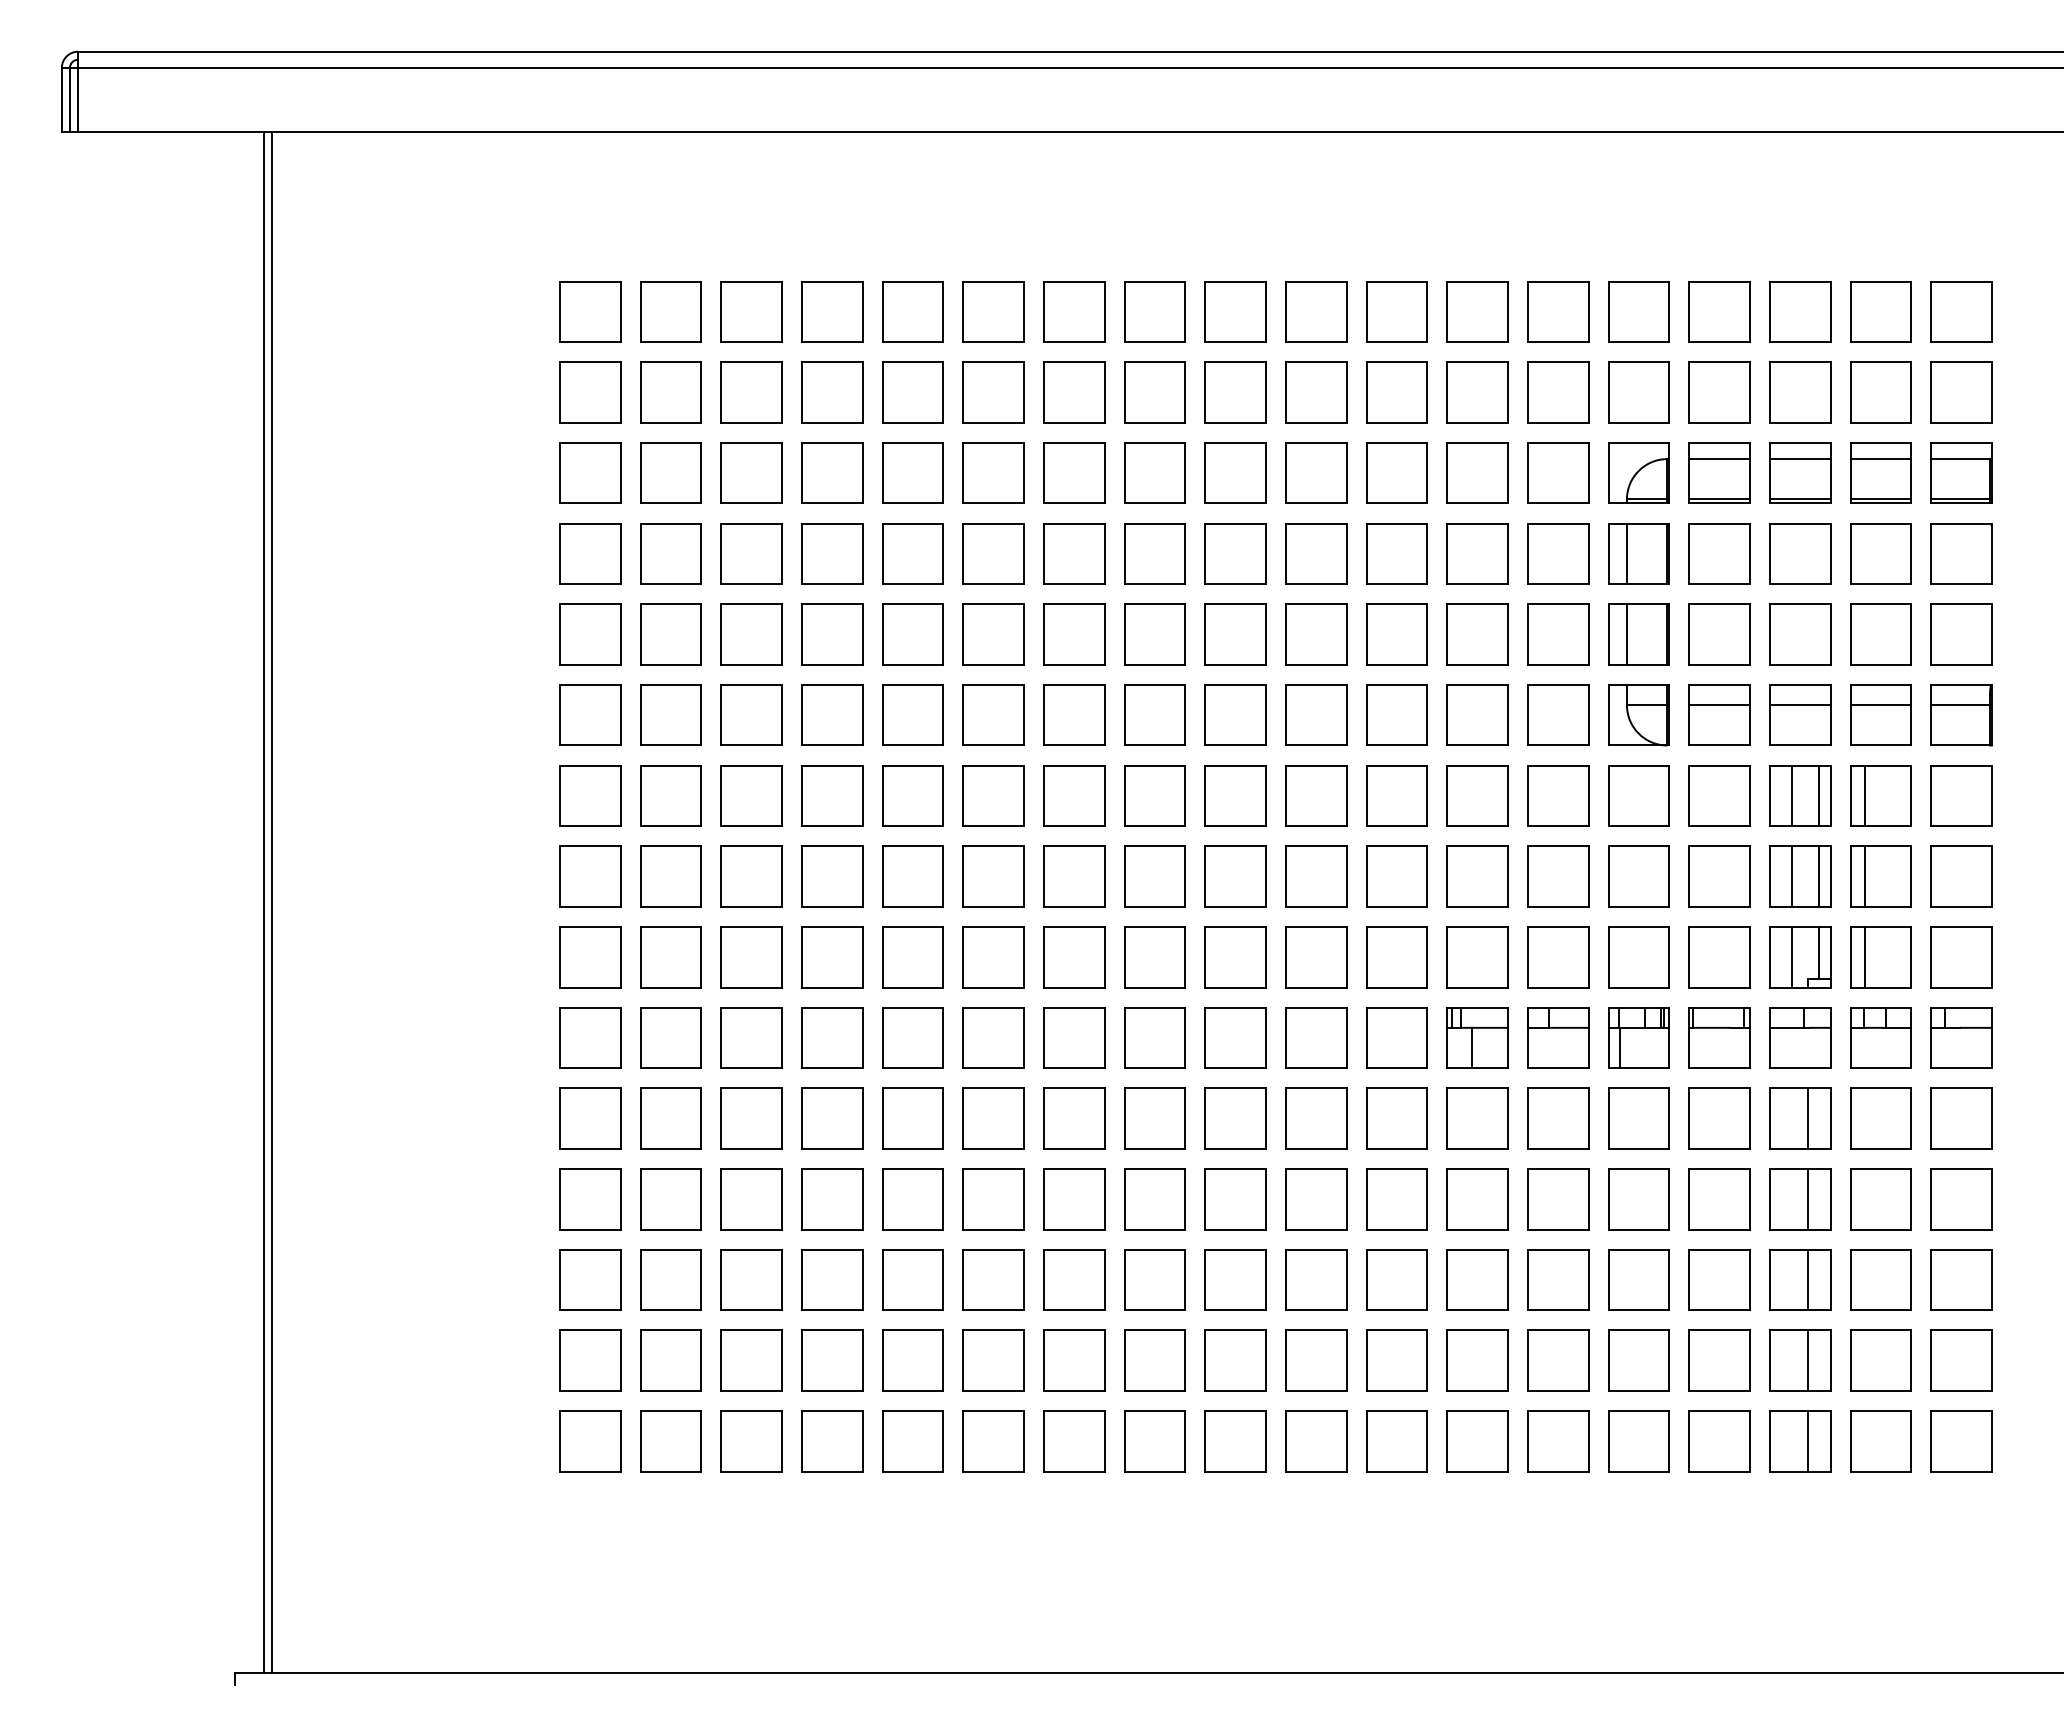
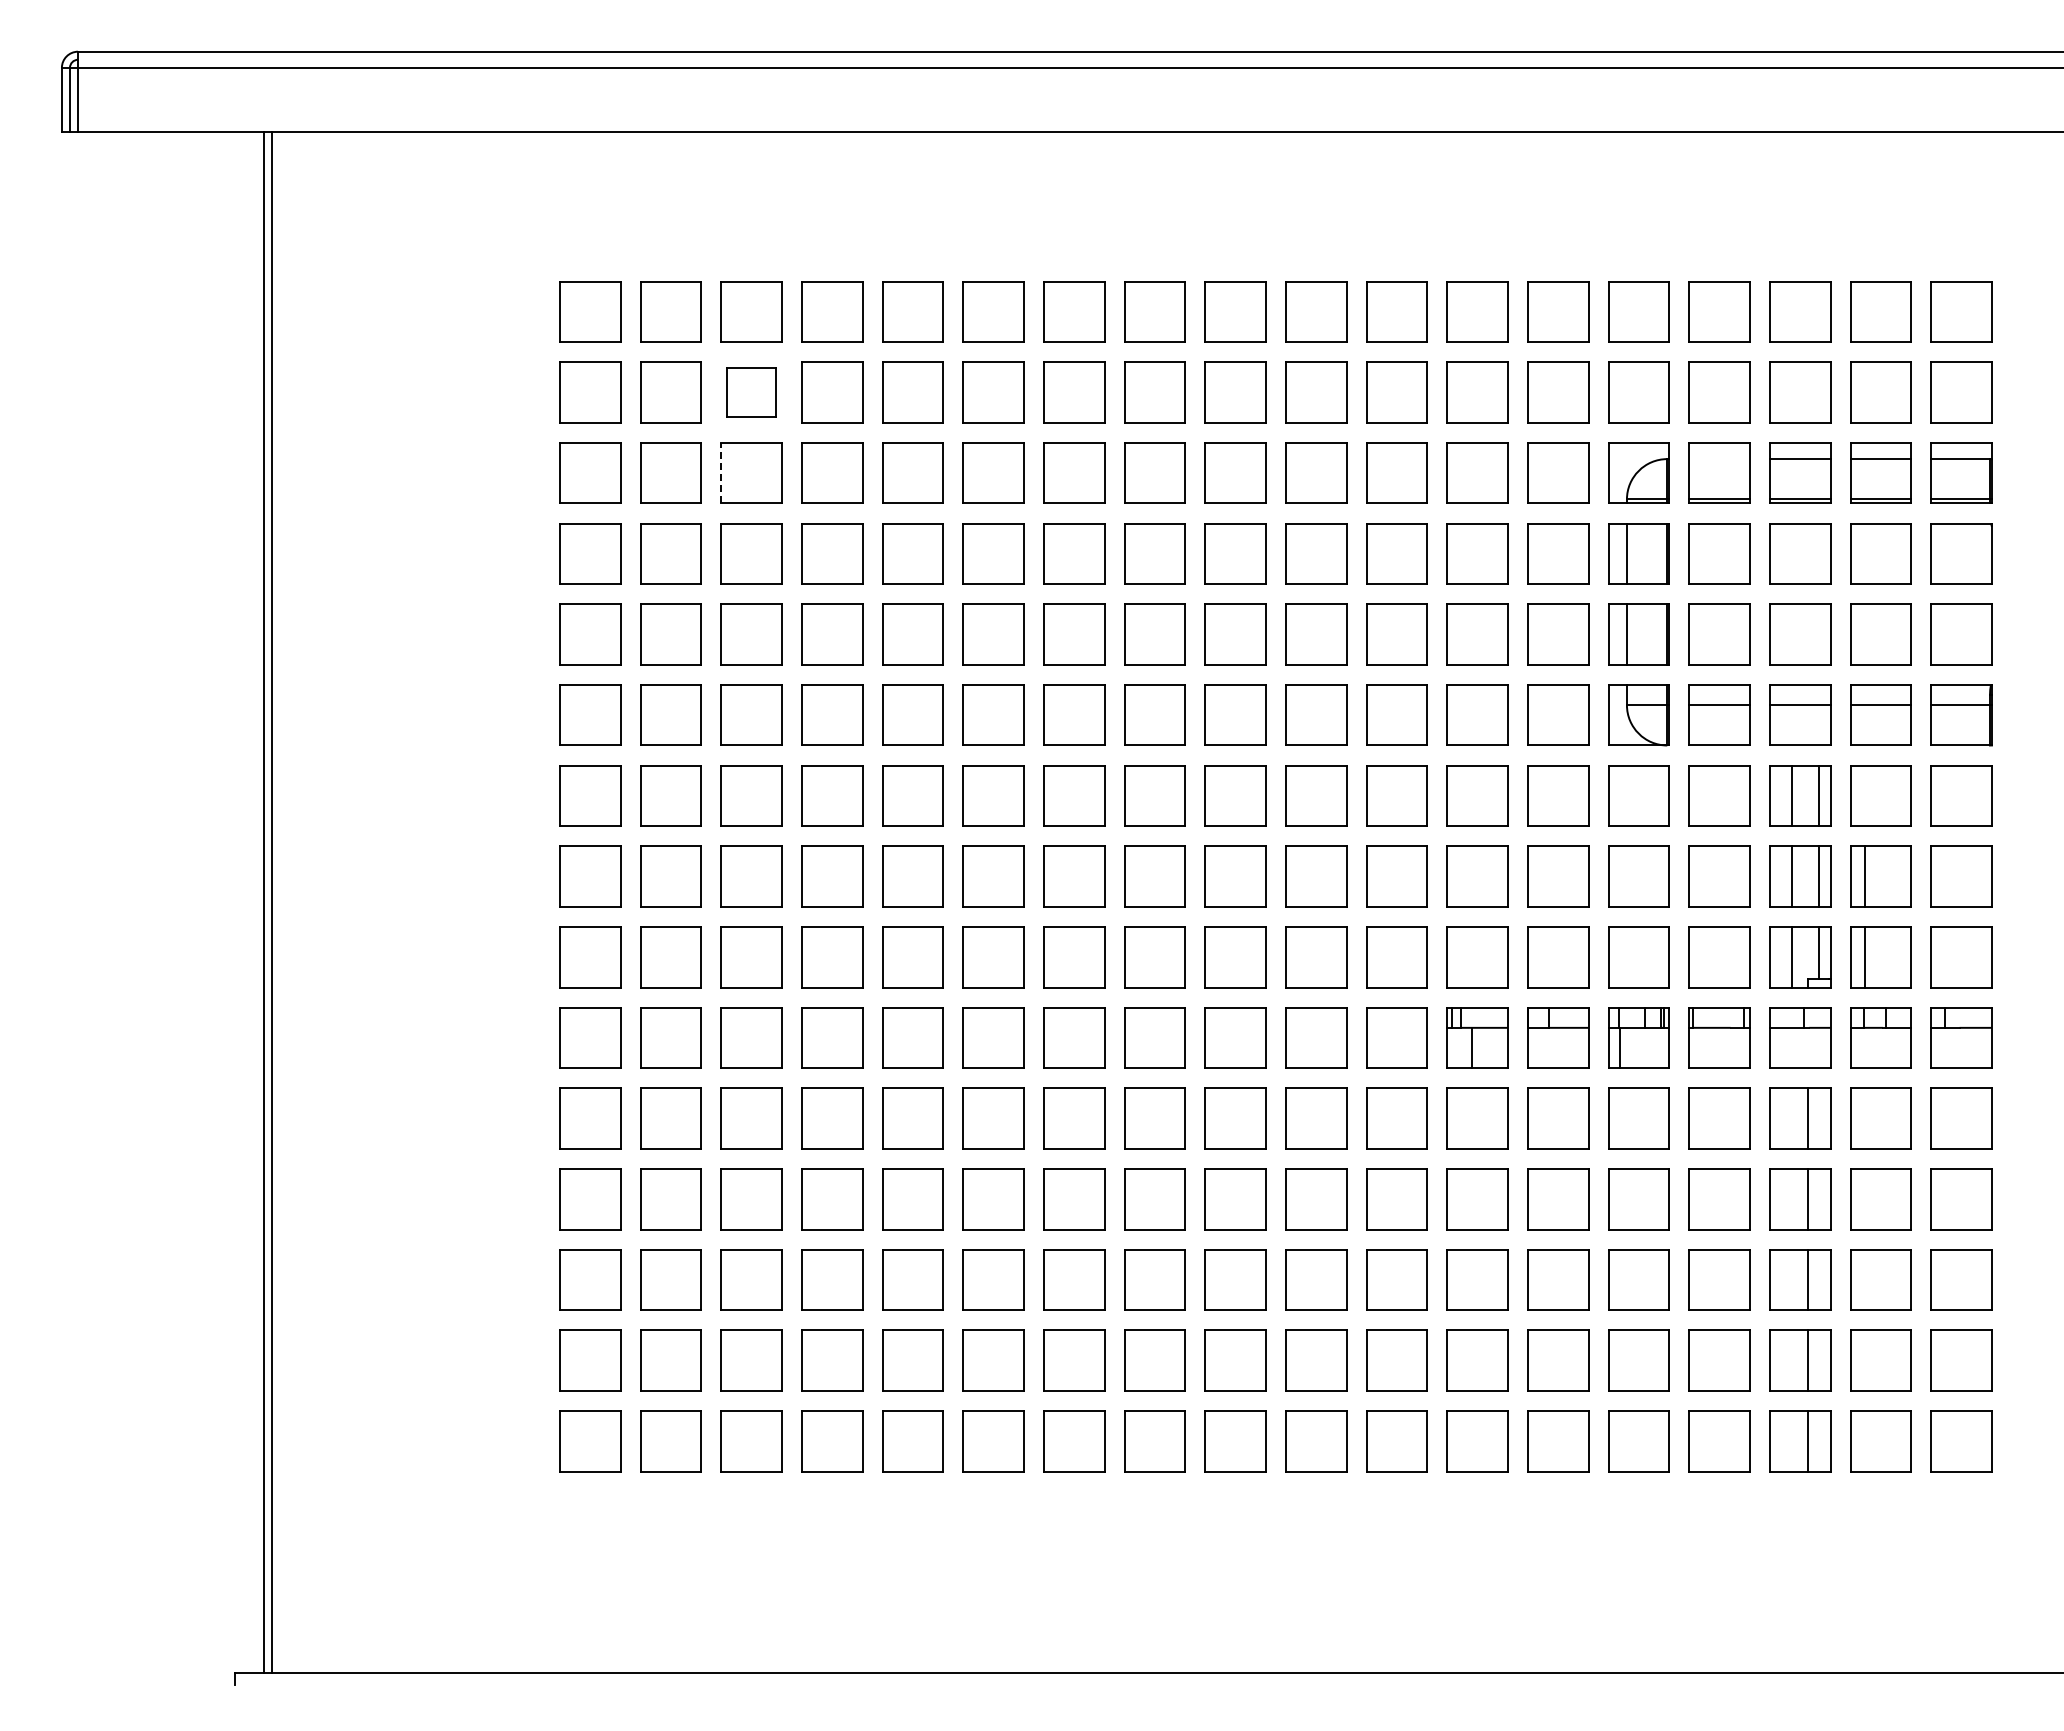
part at (751, 392) size: 63x63 px -> 51x51 px
line at (1719, 459): present -> none
line at (721, 472): solid -> dashed
line at (1864, 795): present -> none
